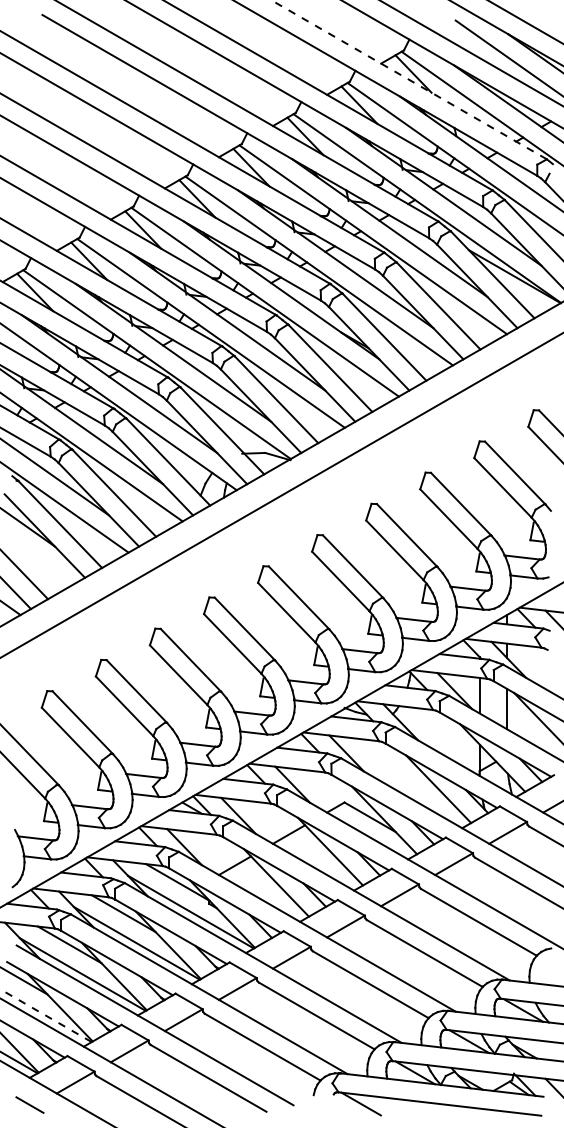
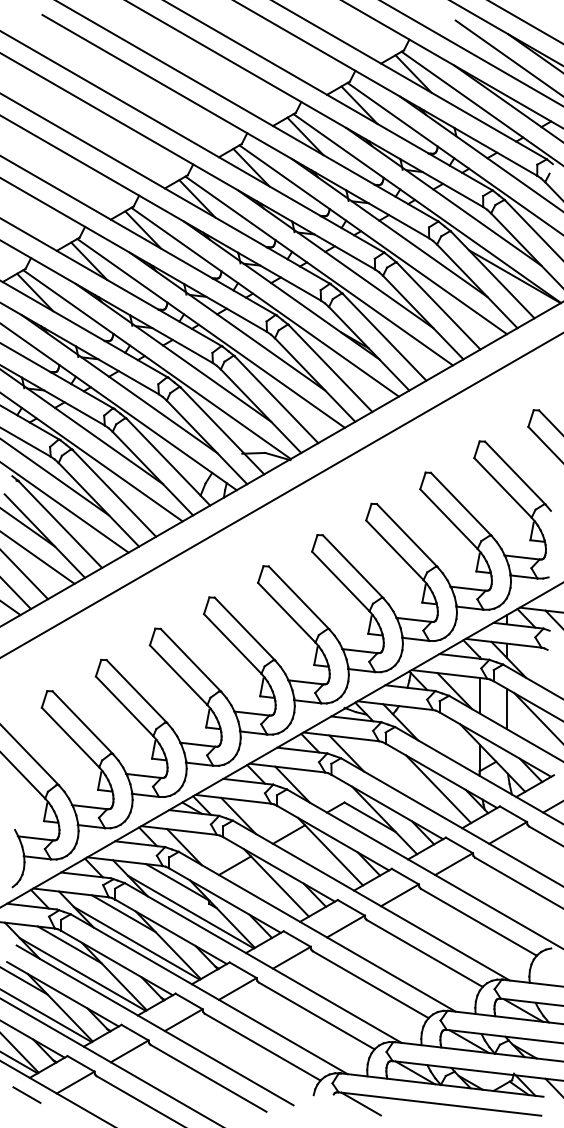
line at (408, 79): dashed -> solid
line at (38, 558): none -> present
line at (46, 1015): dashed -> solid
line at (29, 1104) position: (29, 1104) -> (26, 1094)
